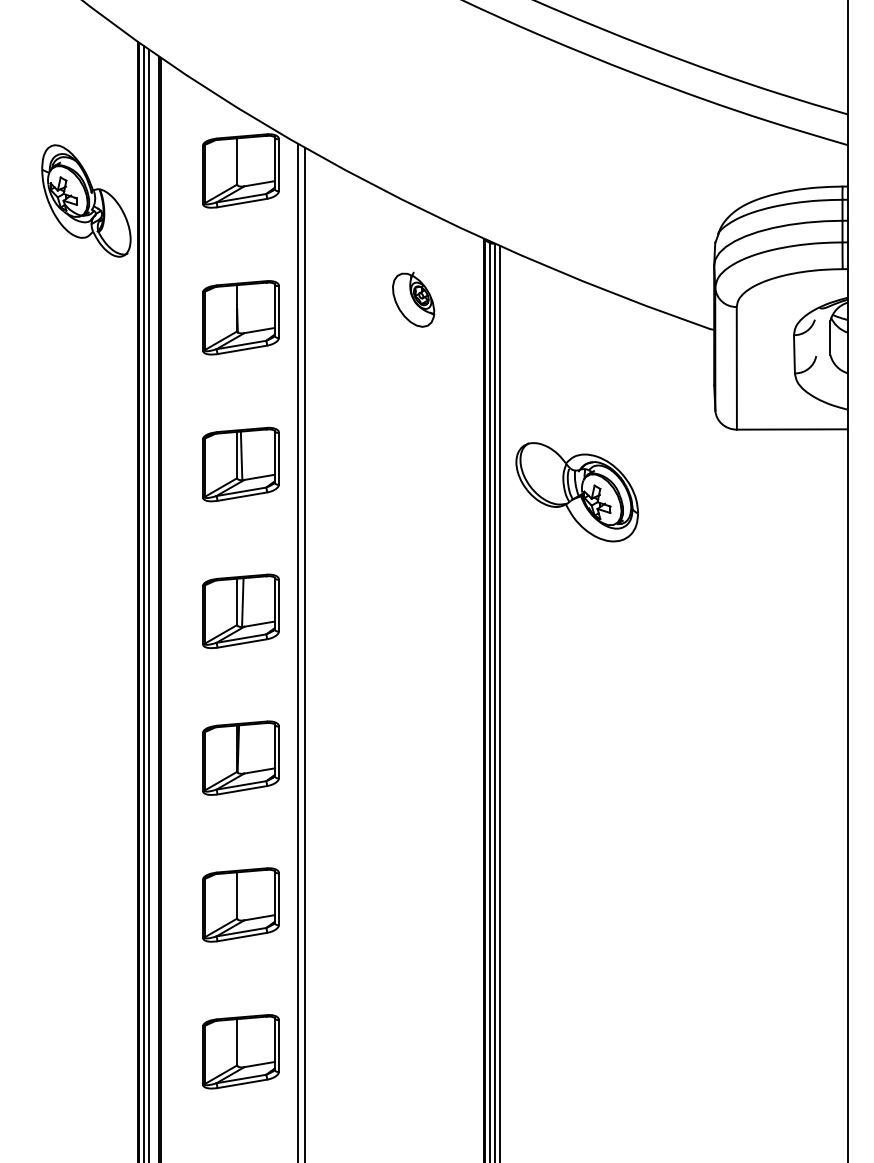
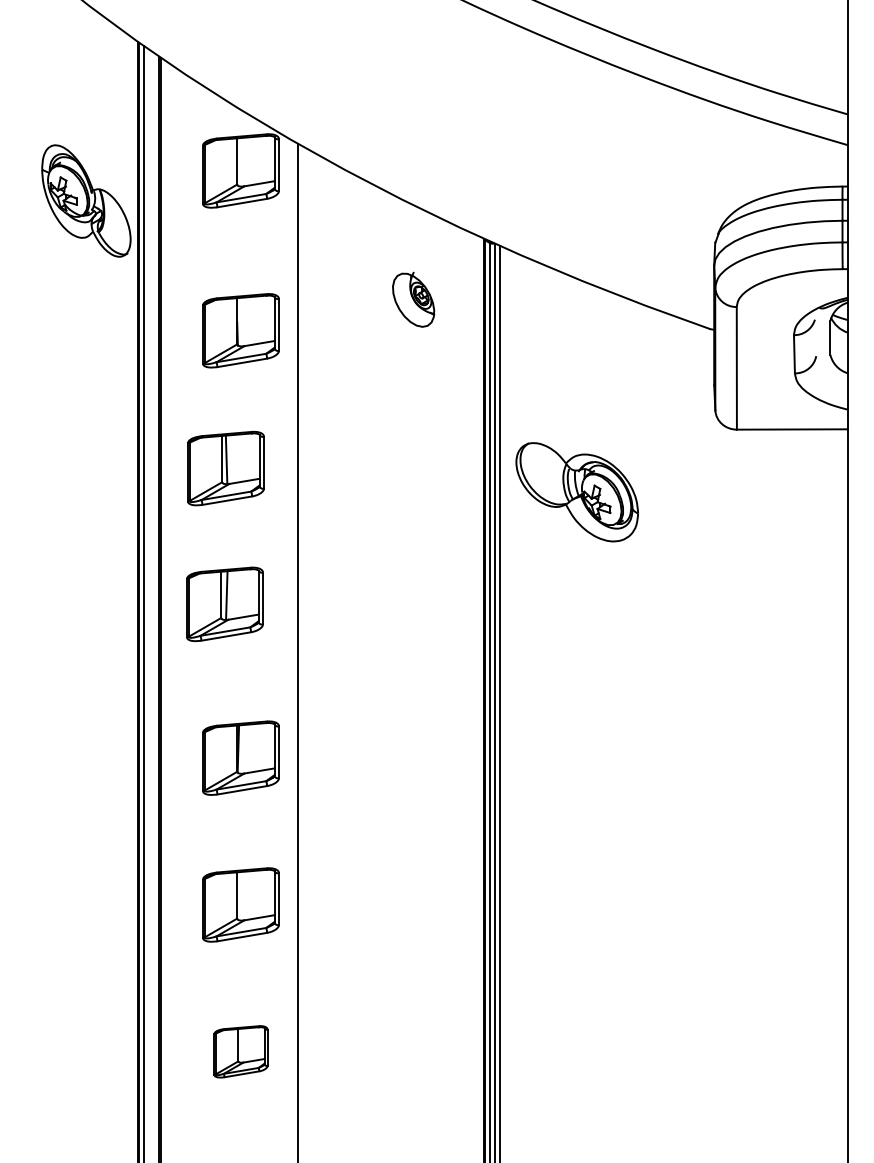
part at (240, 317) position: (240, 317) -> (240, 330)
part at (240, 464) position: (240, 464) -> (225, 468)
line at (149, 604): present -> none
part at (240, 611) position: (240, 611) -> (224, 604)
line at (304, 653): present -> none
part at (240, 1051) size: 78x76 px -> 56x54 px
